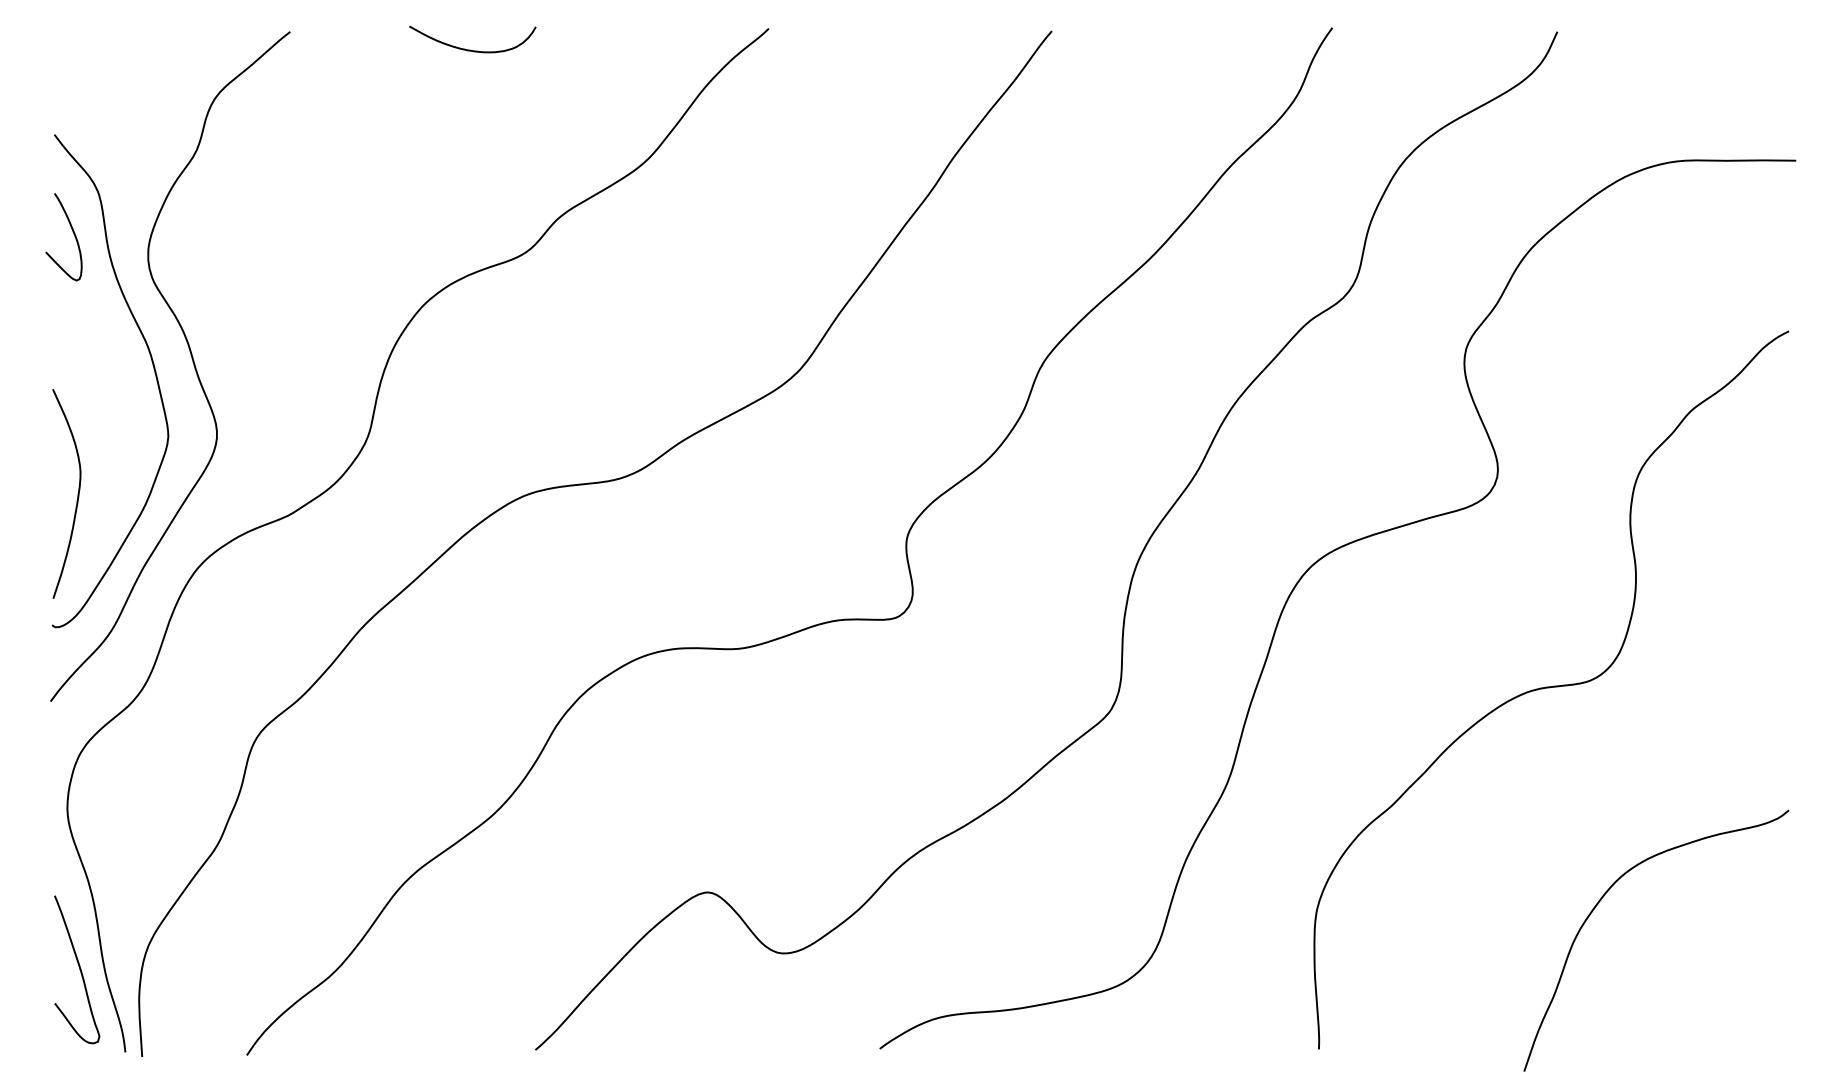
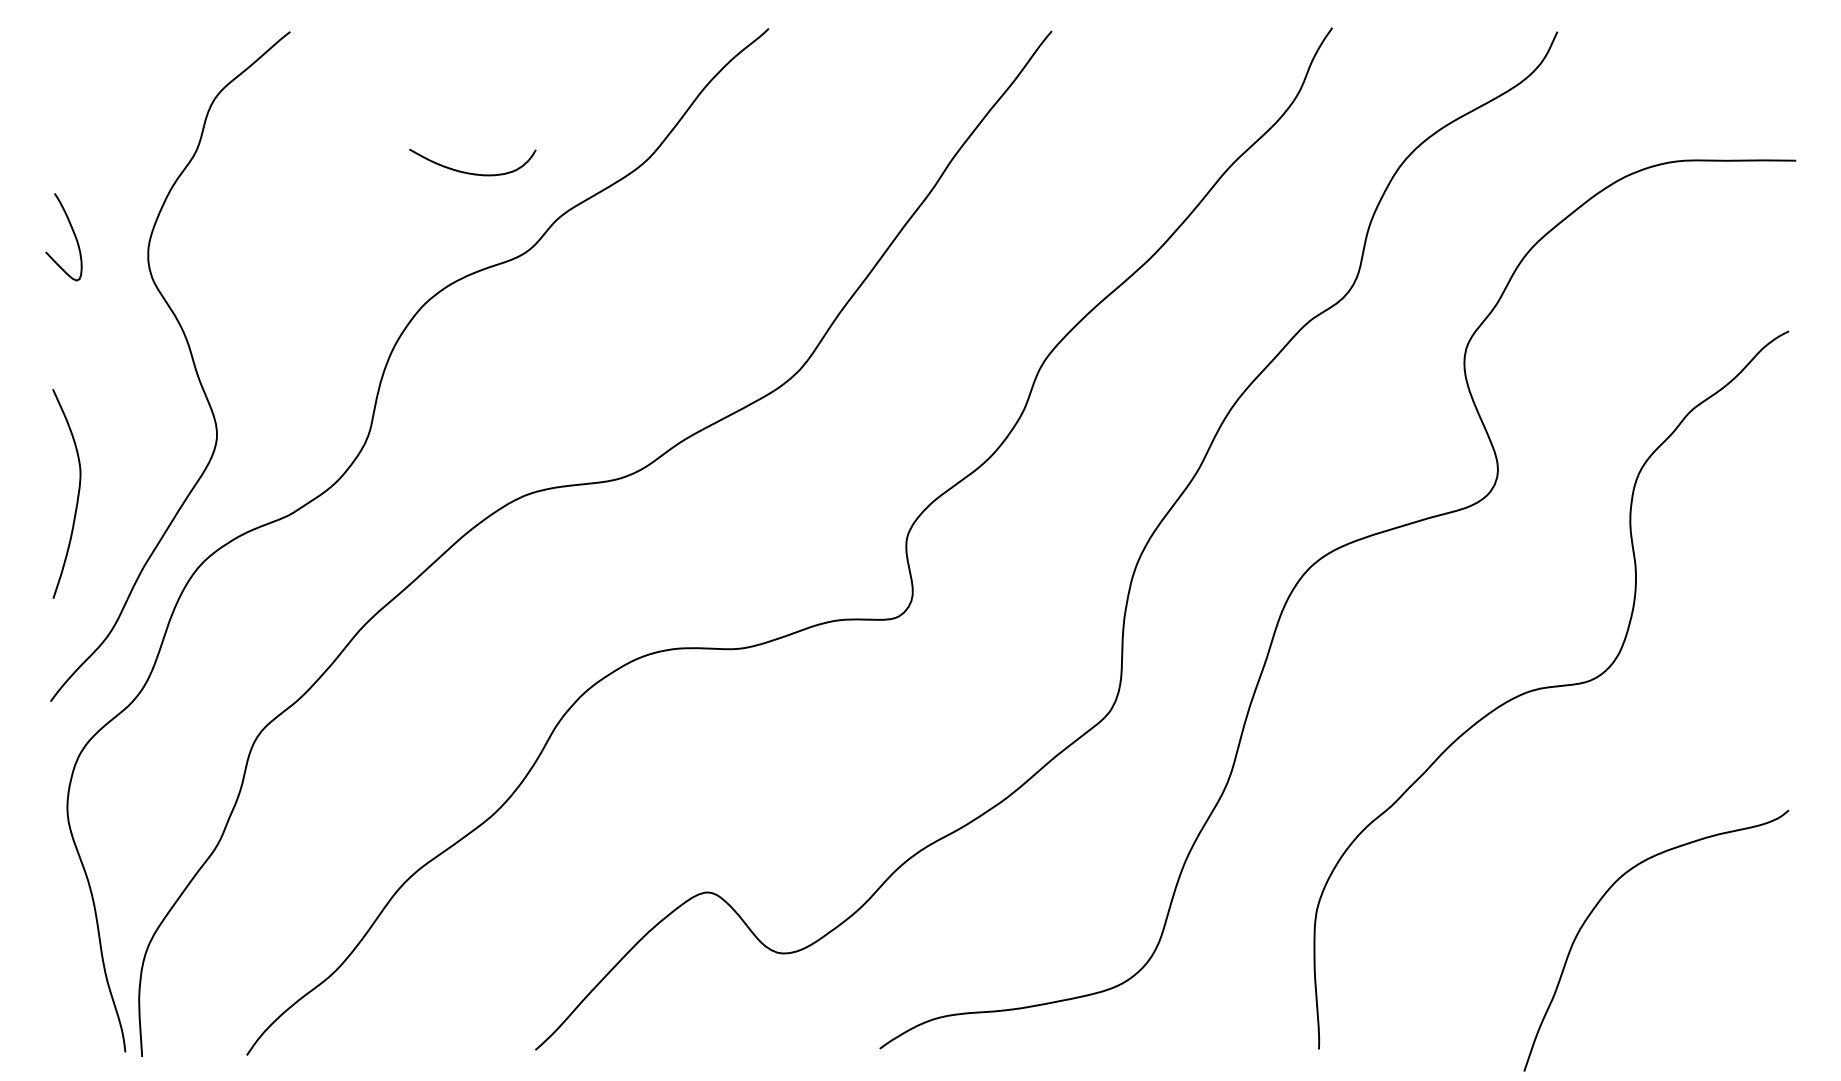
curve at (470, 49) position: (470, 49) -> (470, 172)
curve at (153, 369): present -> none
curve at (79, 969): present -> none
